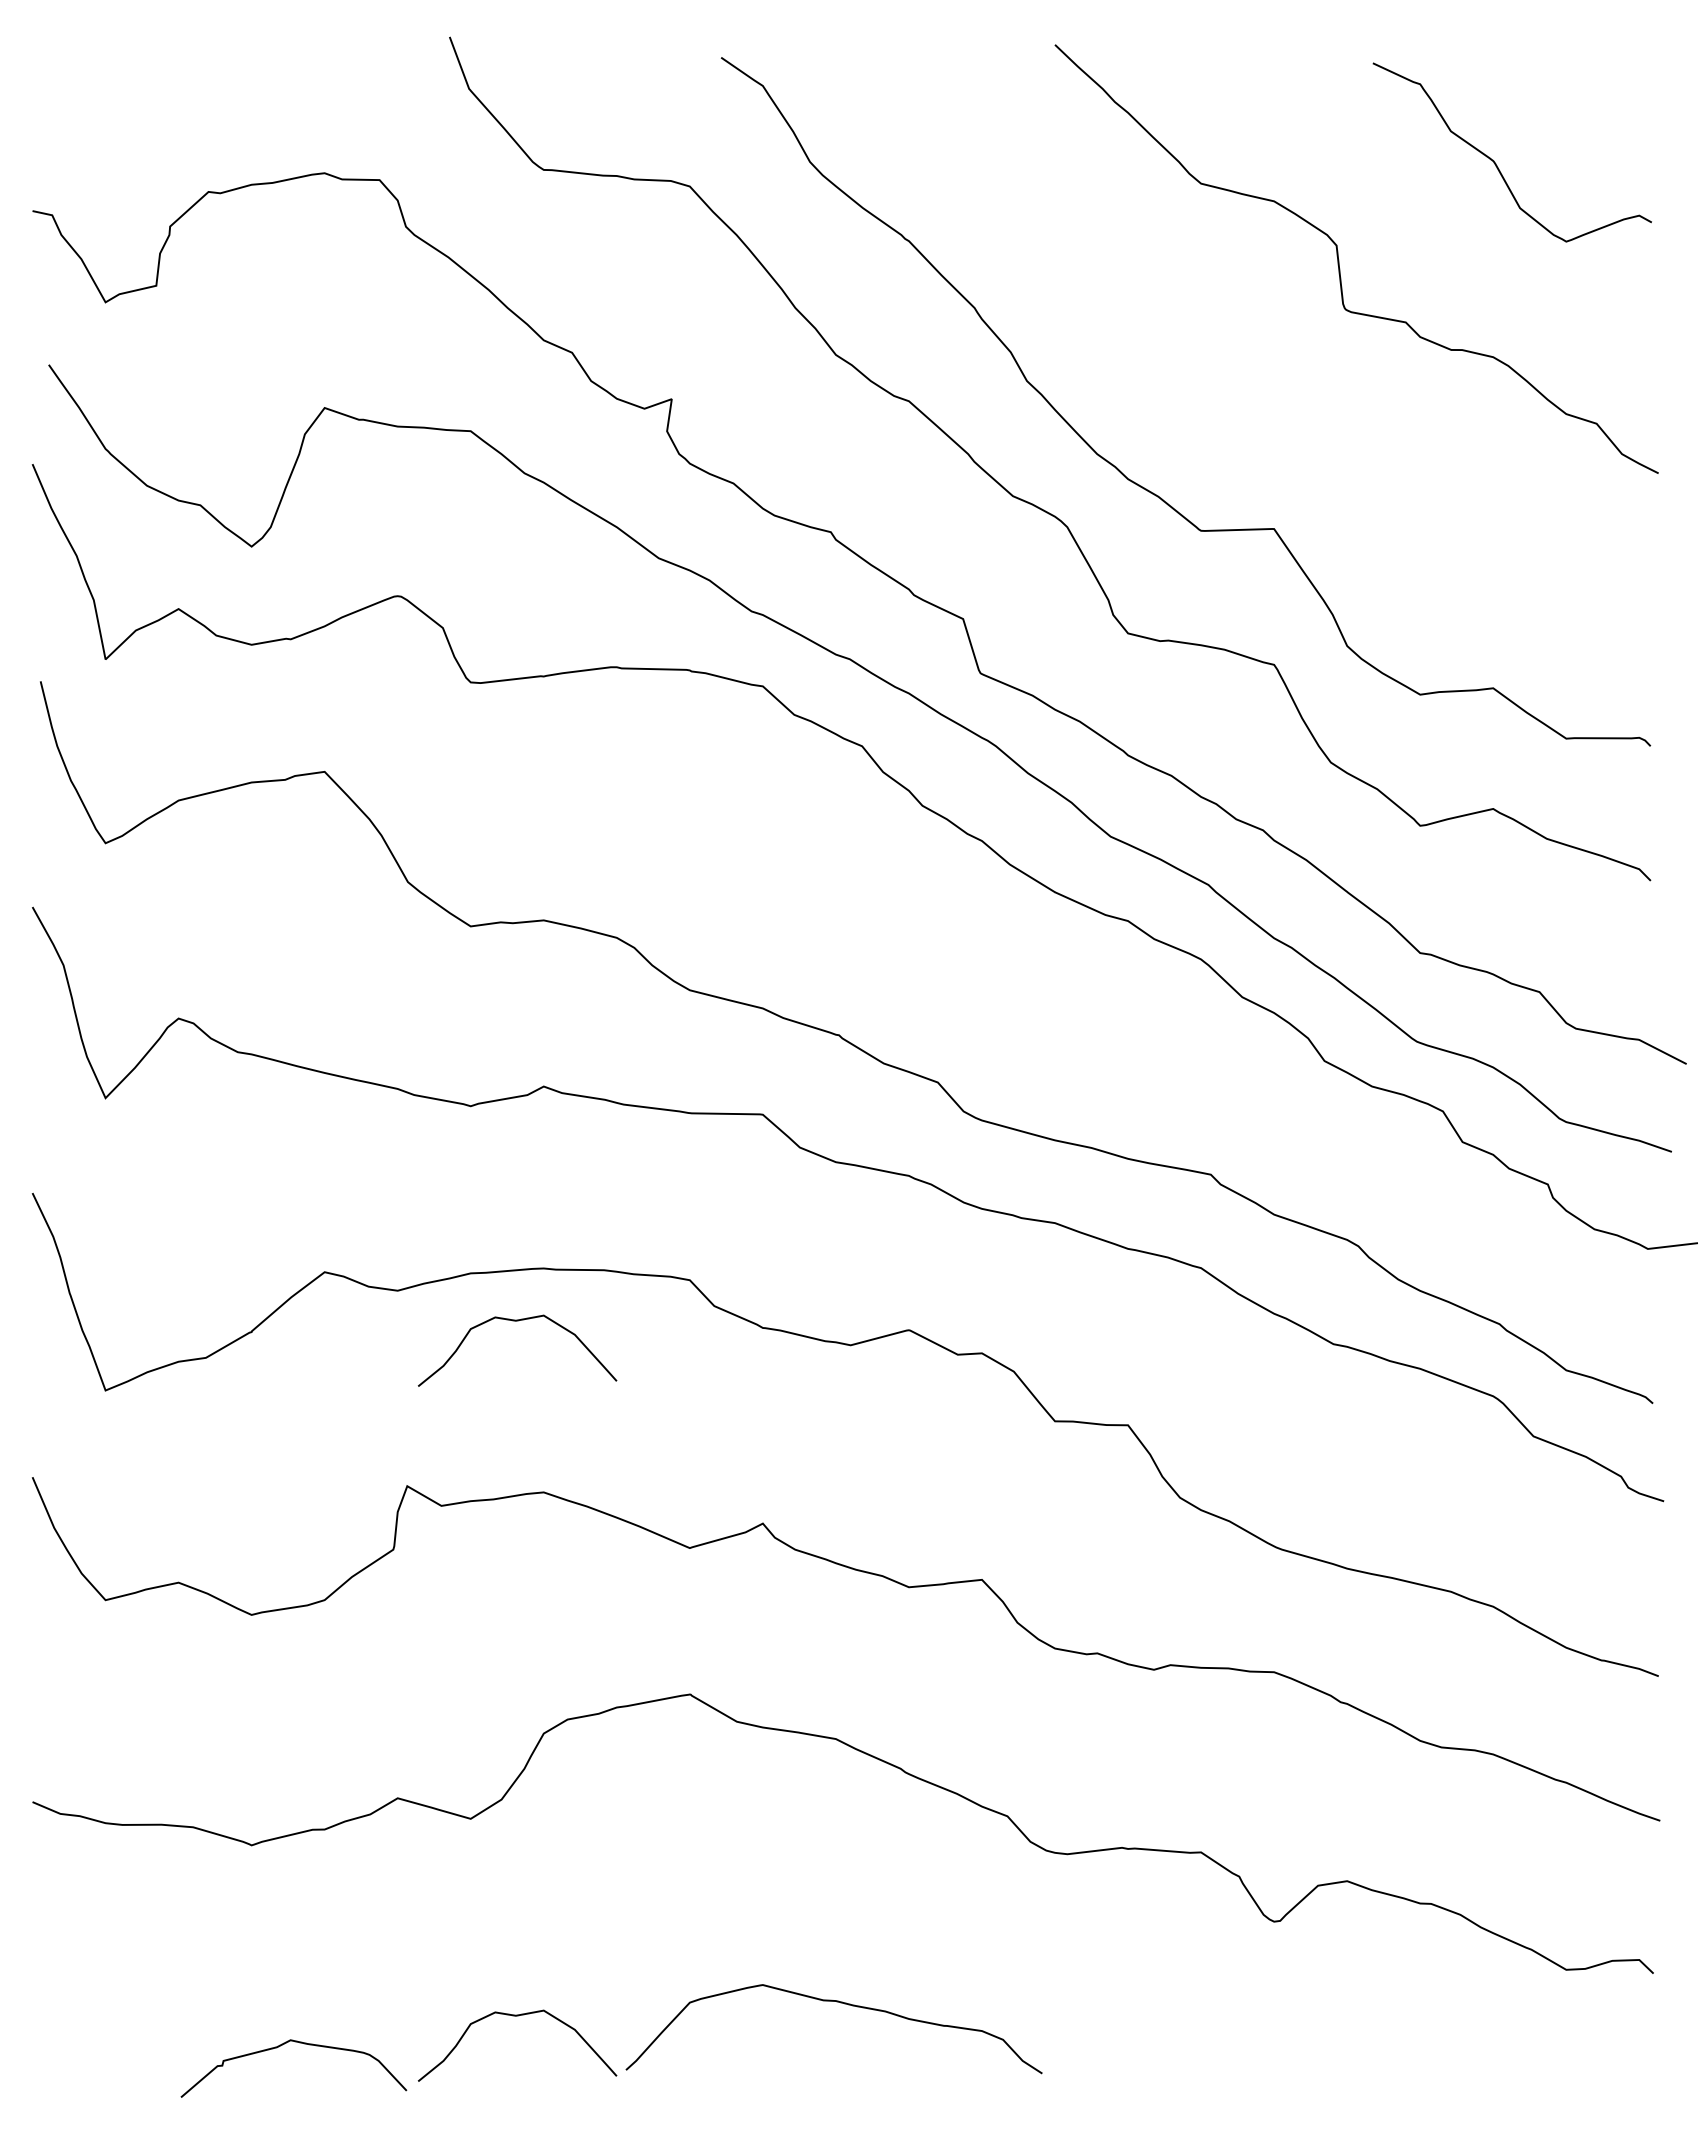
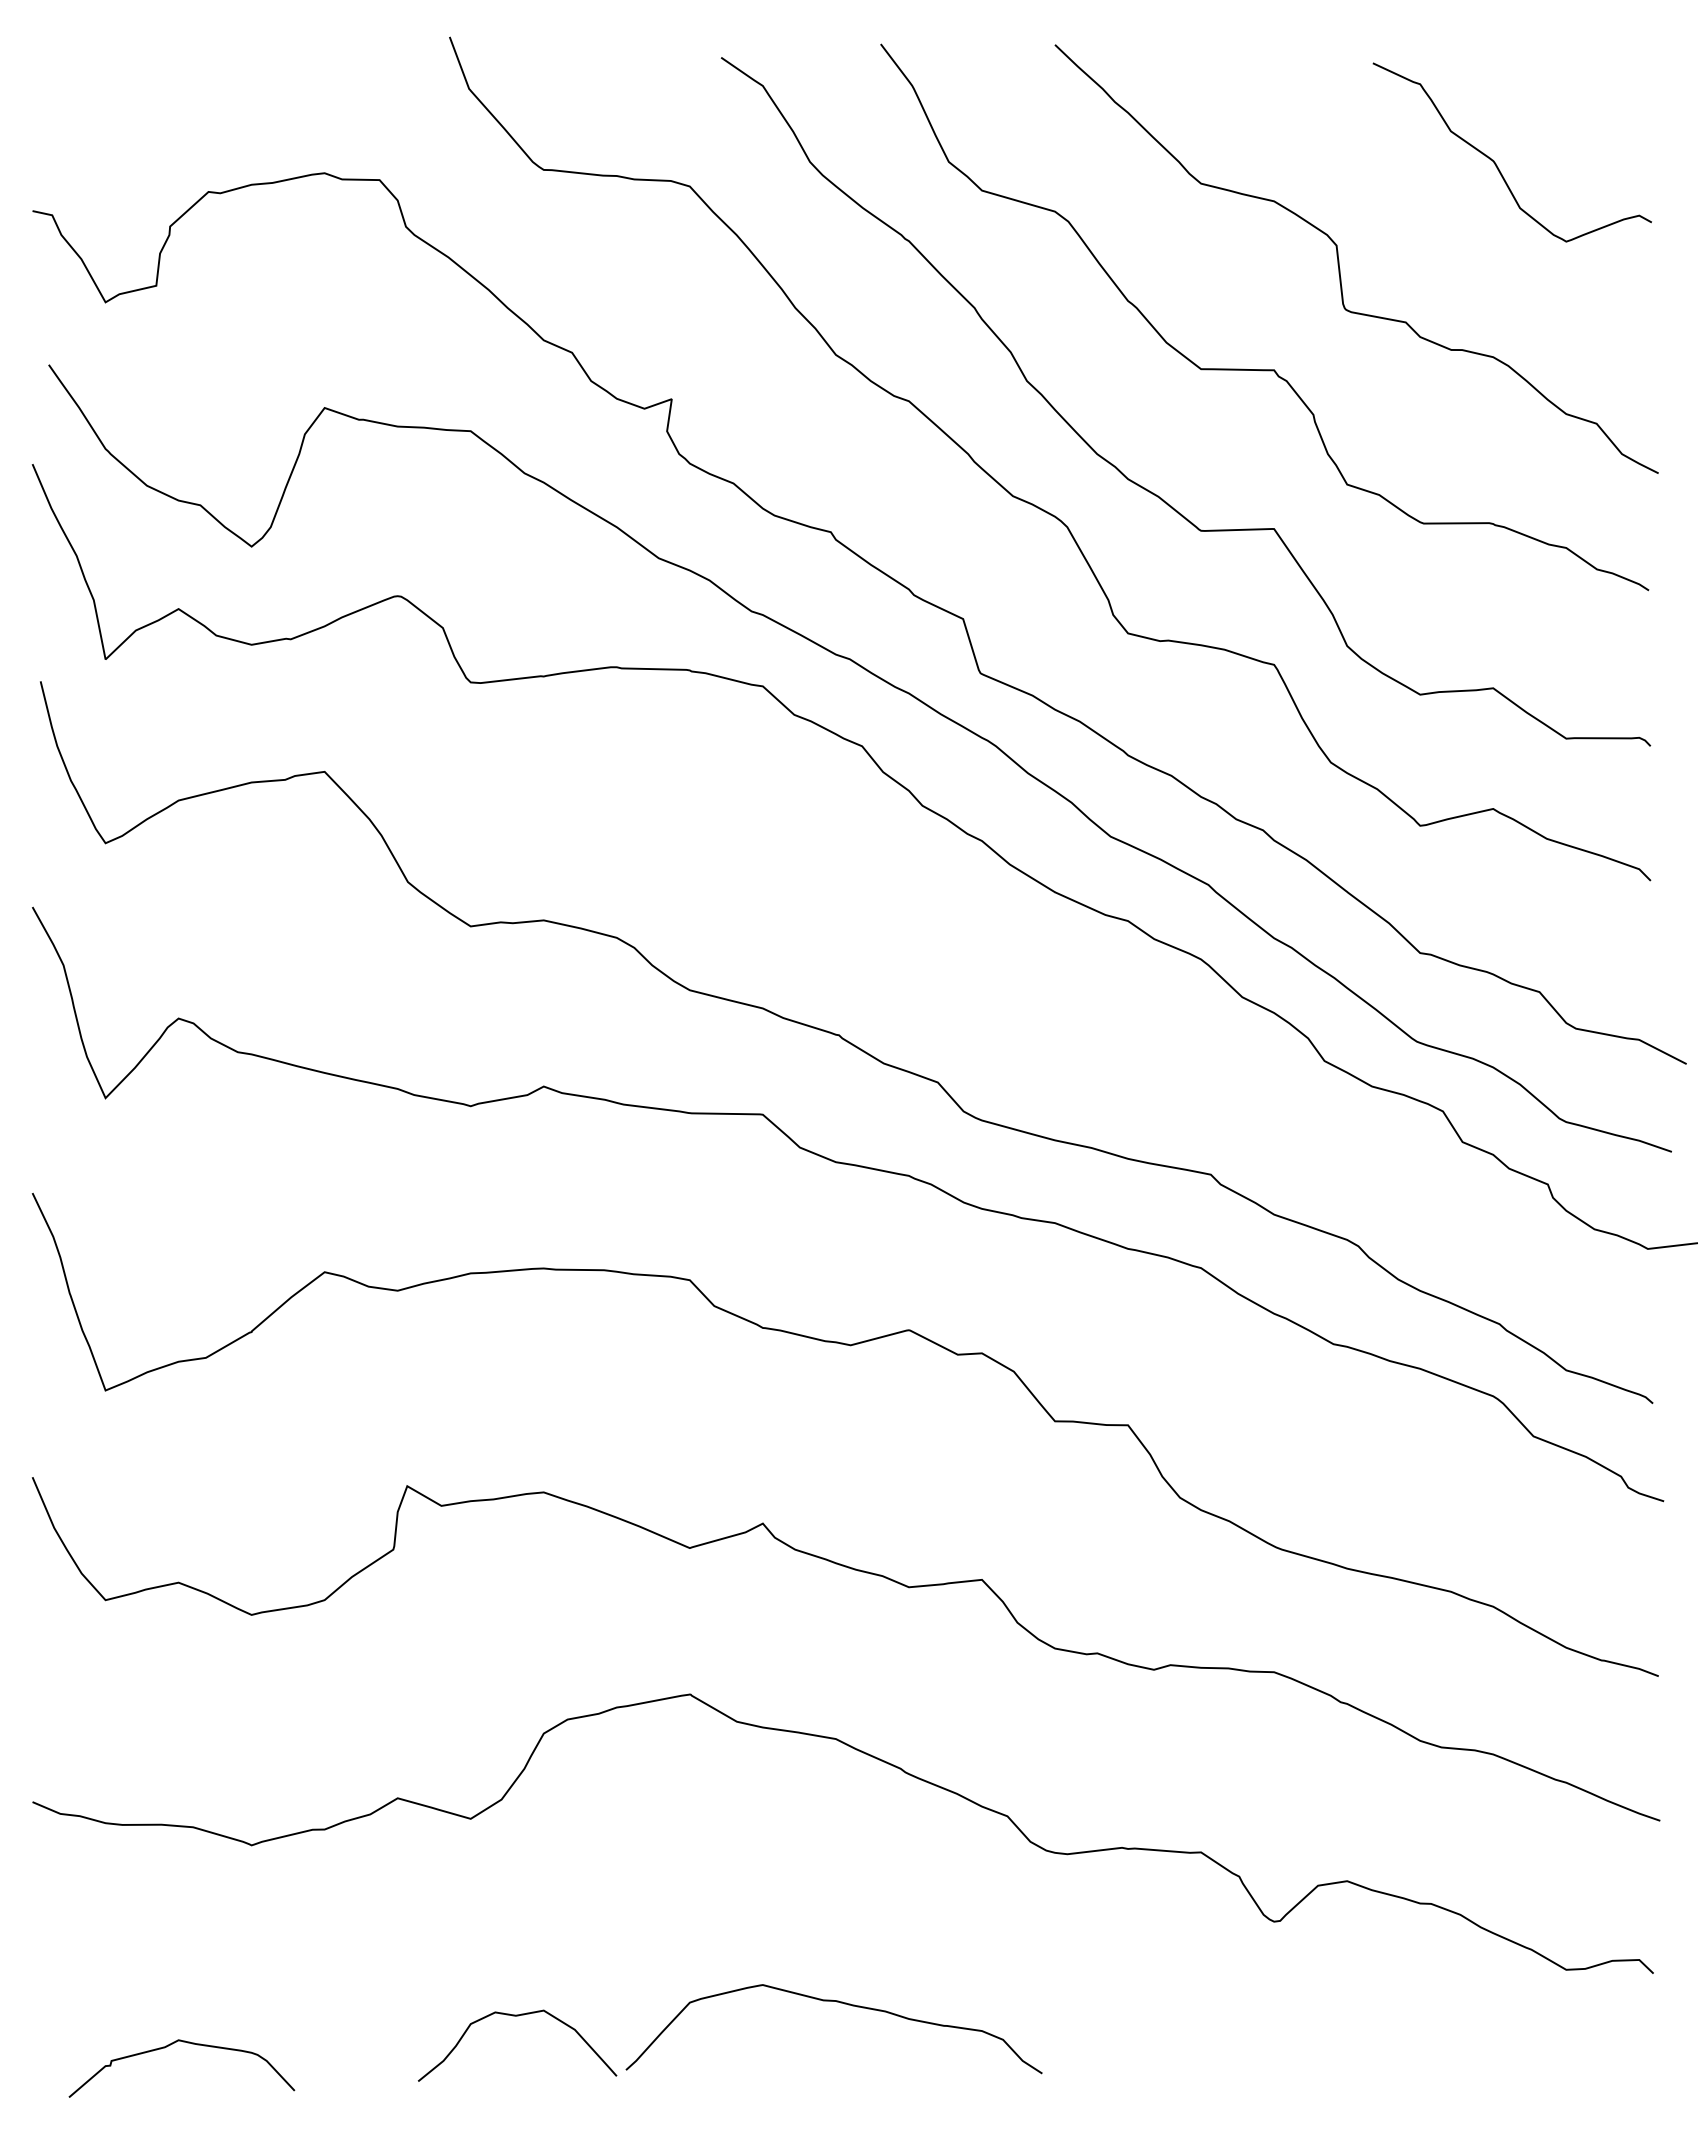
curve at (1264, 369): none -> present
curve at (517, 1321): present -> none
curve at (282, 2045) position: (282, 2045) -> (170, 2045)
